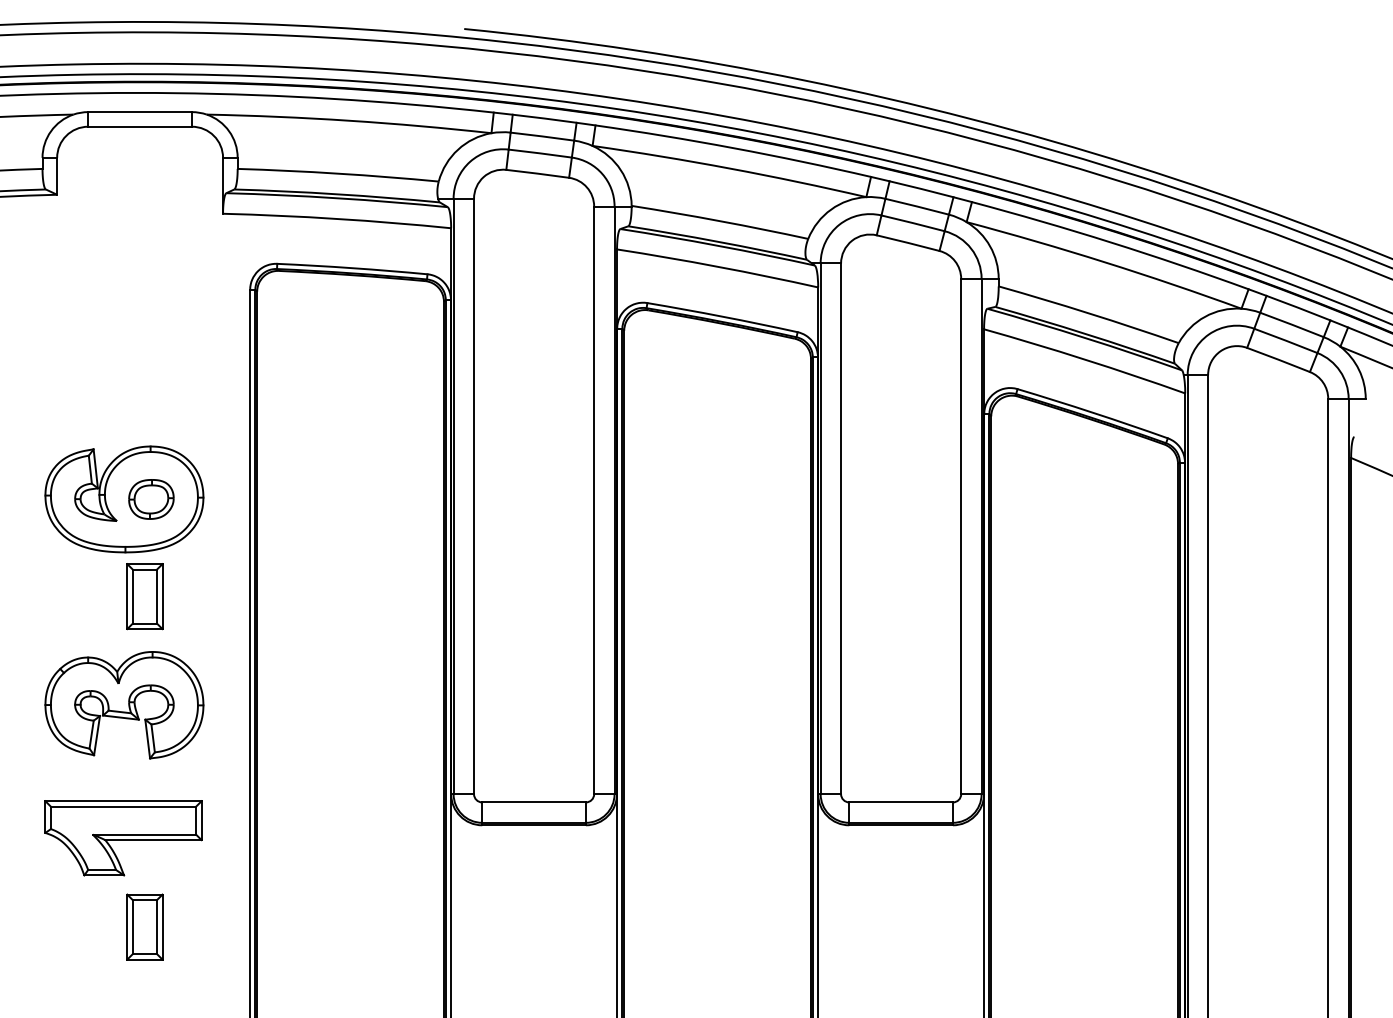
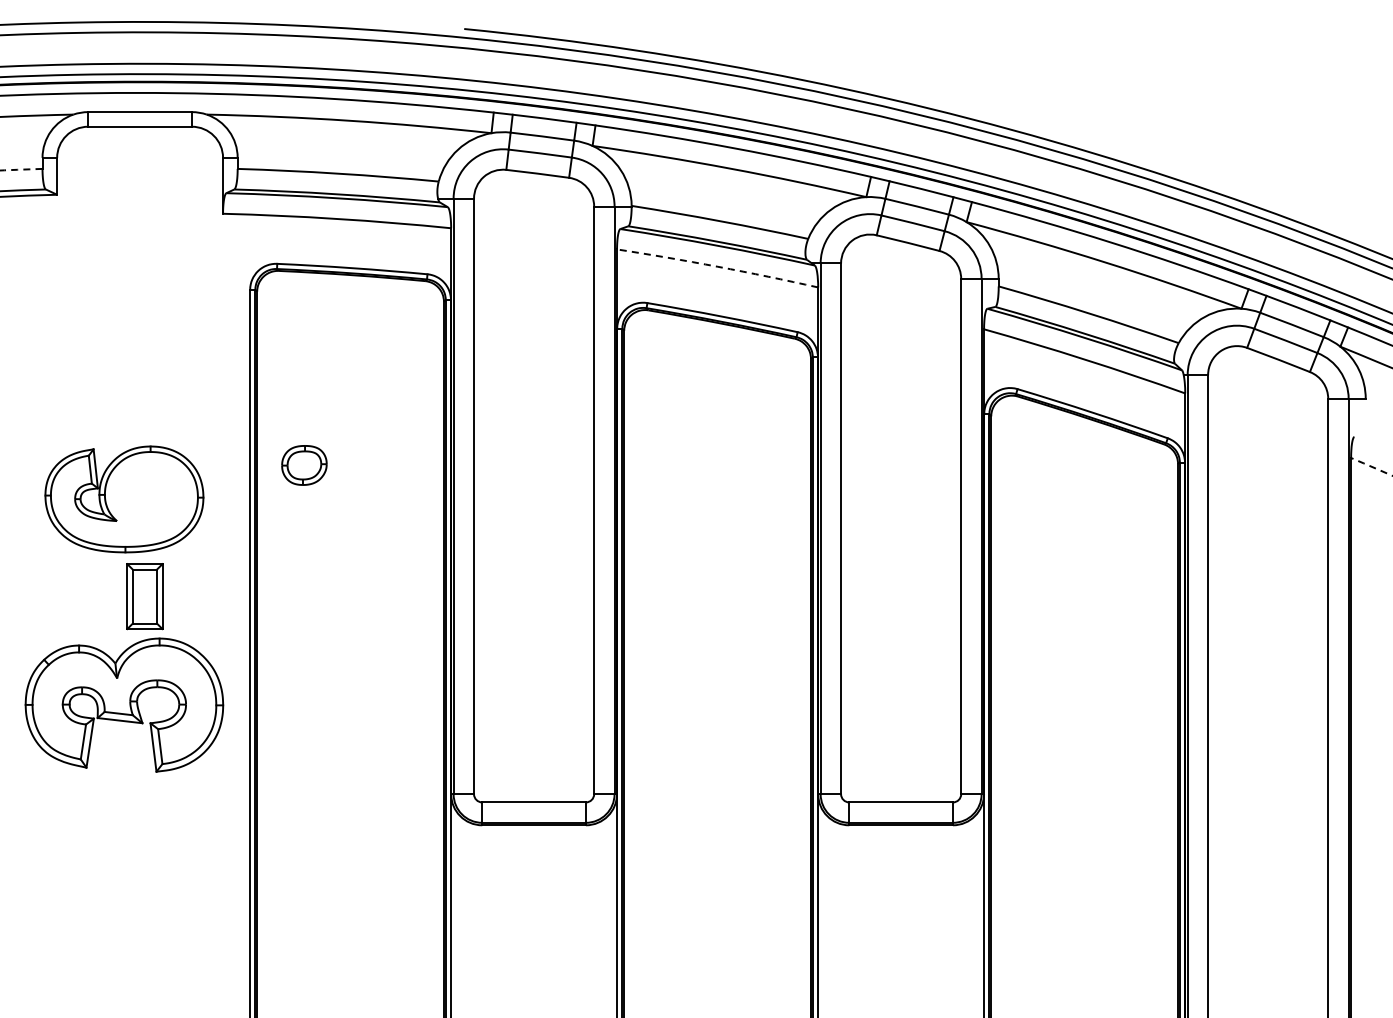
arc at (20, 169): solid -> dashed
arc at (717, 266): solid -> dashed
arc at (1372, 467): solid -> dashed
part at (151, 499) position: (151, 499) -> (304, 465)
part at (124, 705) size: 161x109 px -> 201x136 px
part at (123, 838): present -> none
part at (144, 926): present -> none
